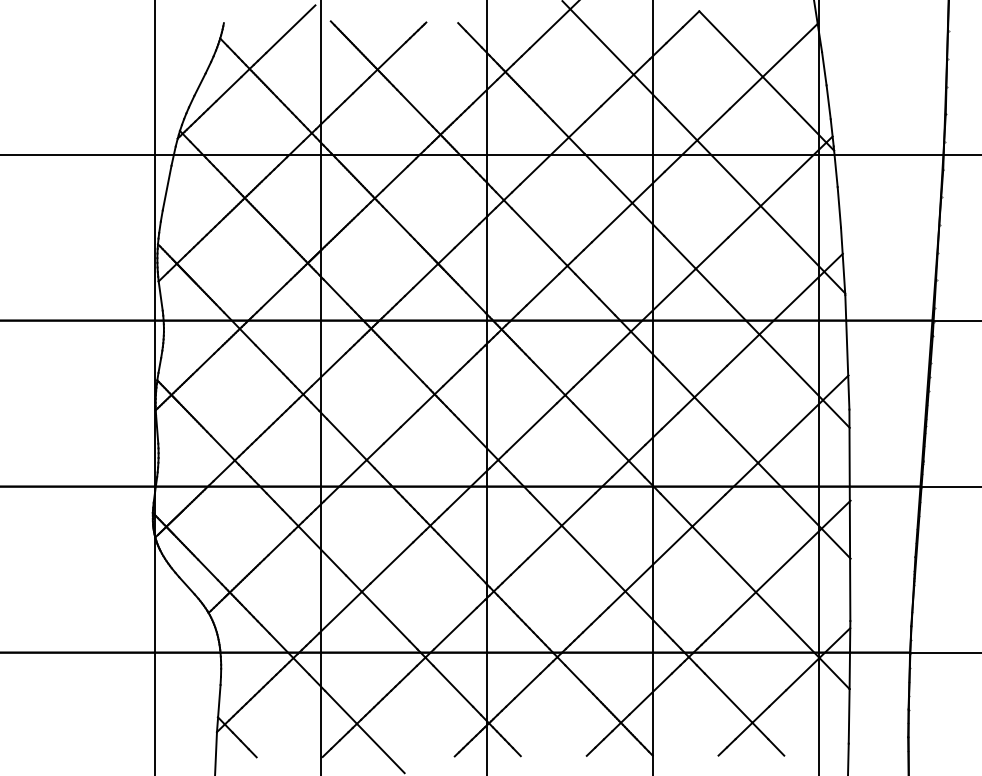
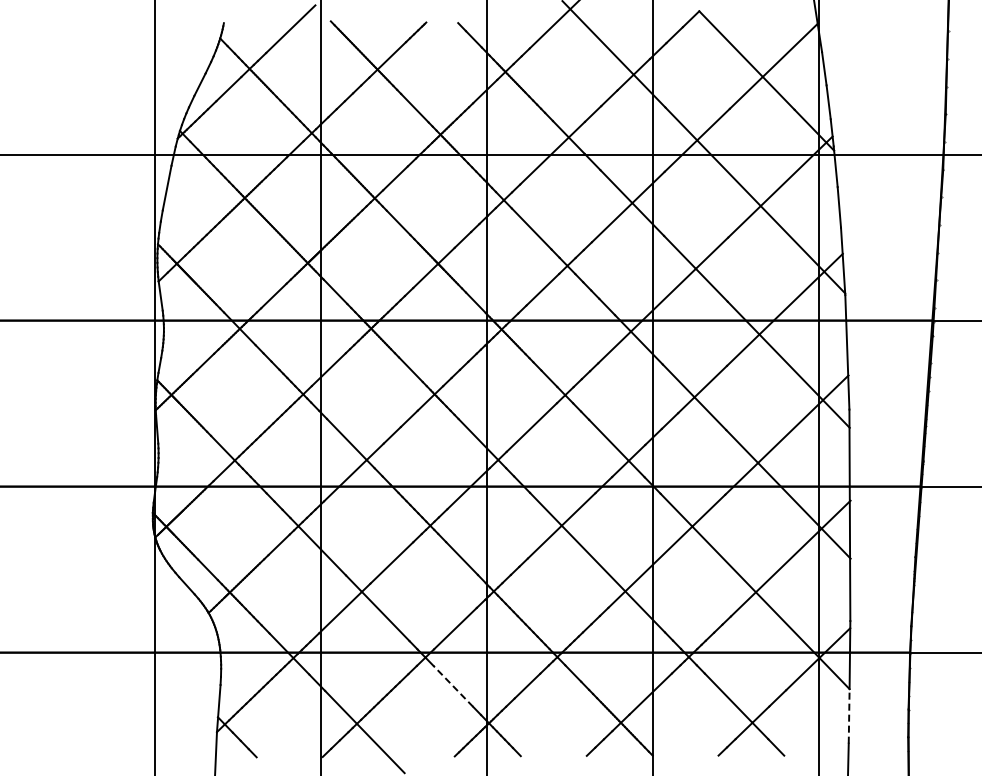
line at (453, 686): solid -> dashed
line at (849, 715): solid -> dashed
